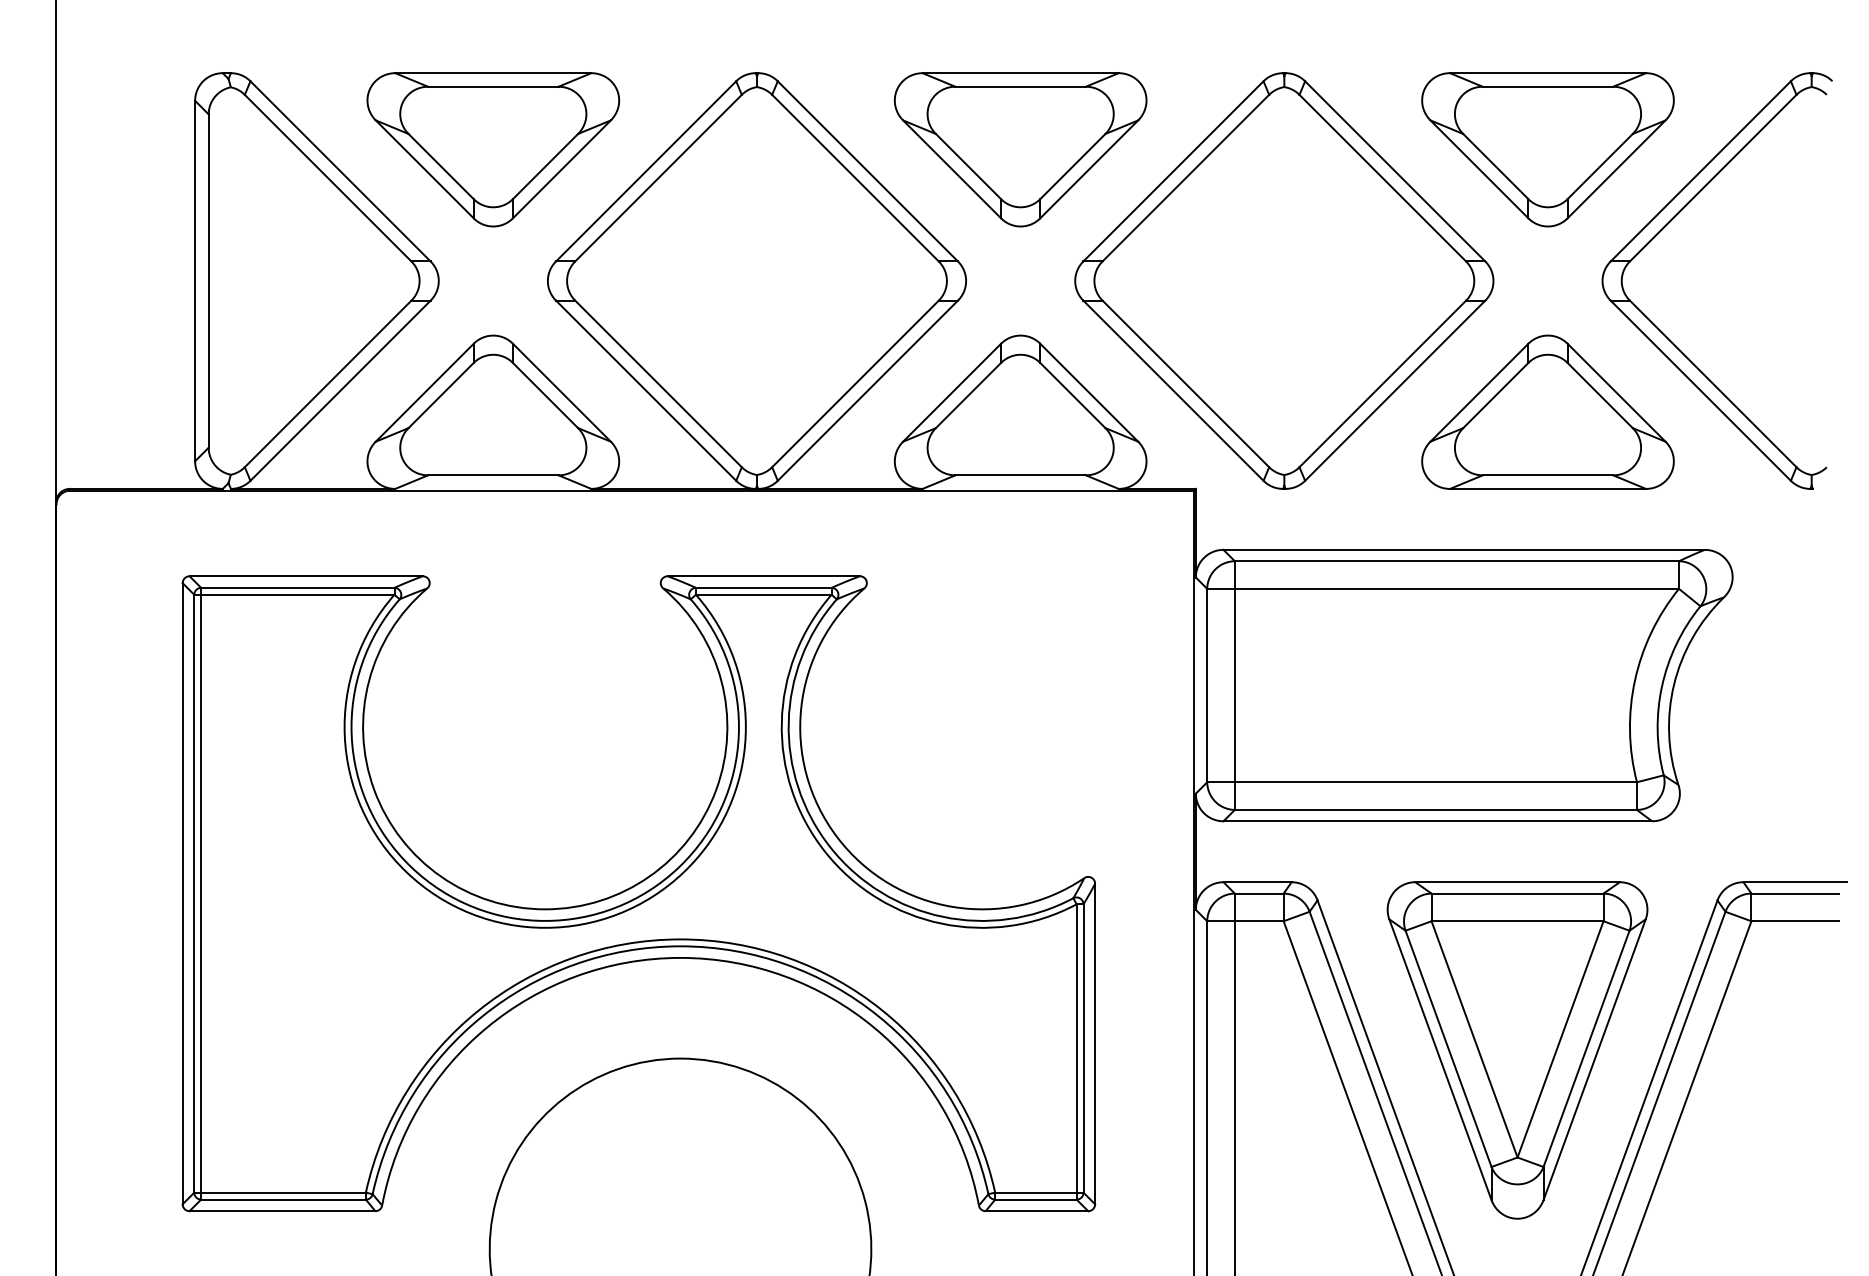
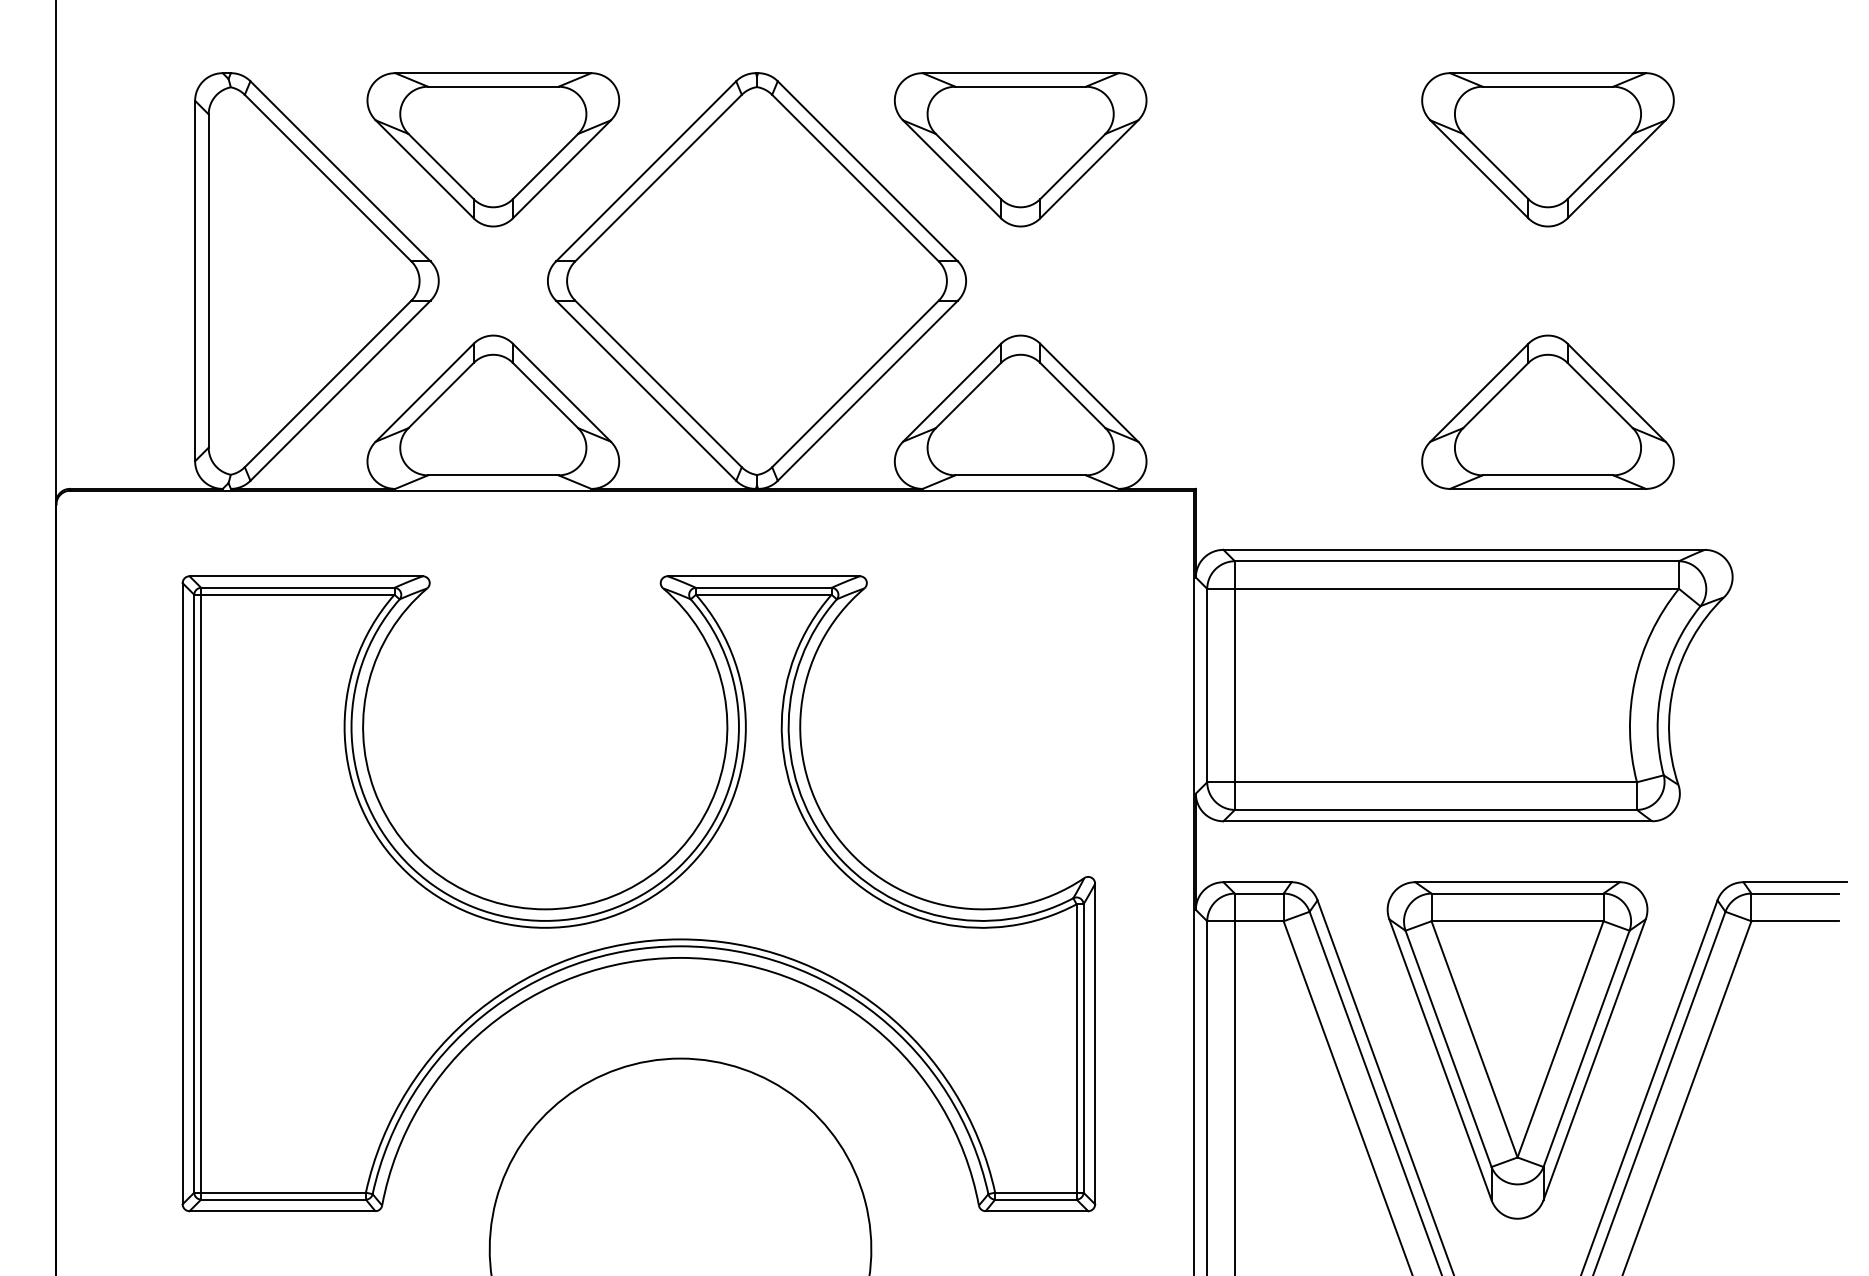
part at (1664, 228): present -> none
part at (1284, 280): present -> none
